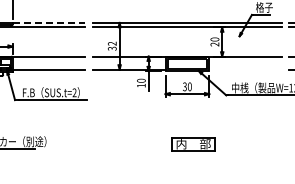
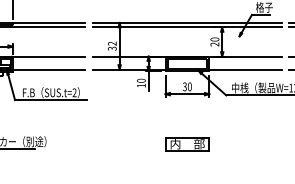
line at (49, 22): dashed -> solid
line at (245, 69): none -> present
part at (193, 144) position: (193, 144) -> (187, 144)
